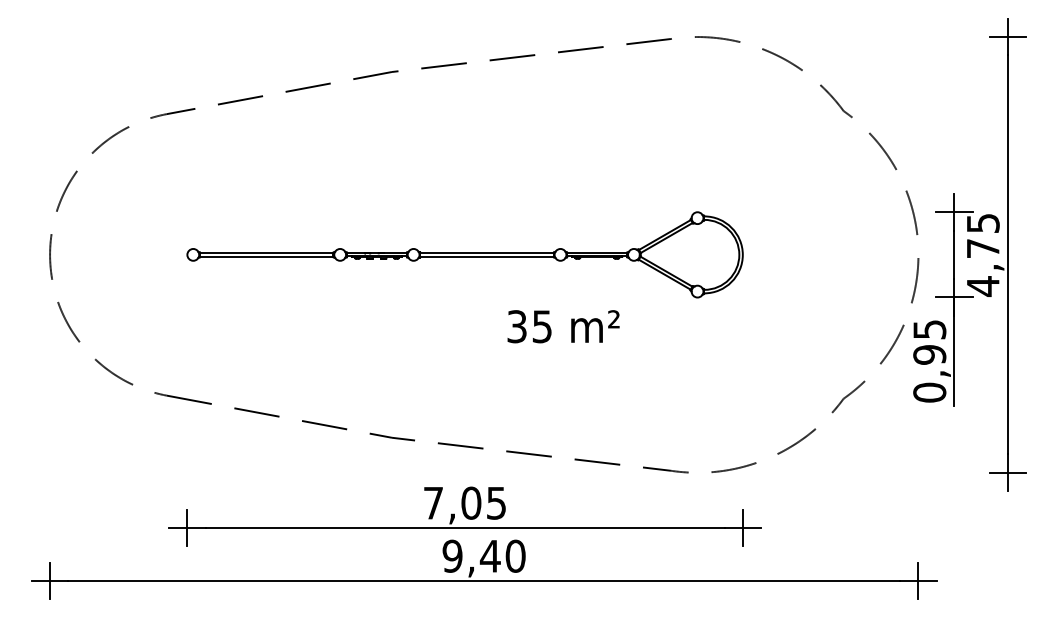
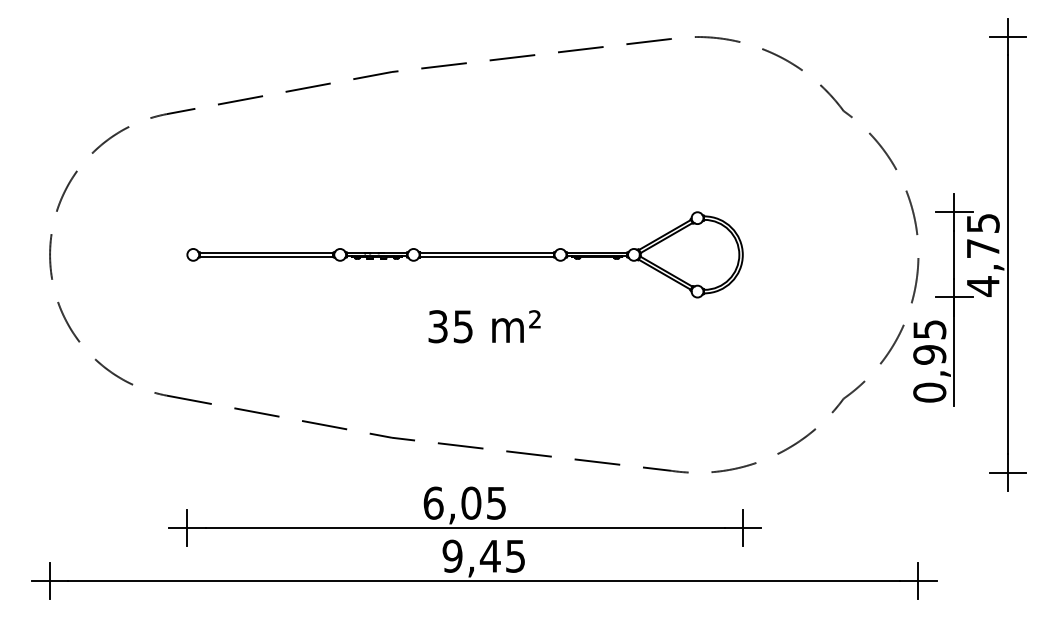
text at (563, 326) position: (563, 326) -> (484, 326)
text at (433, 502): 7,05 -> 6,05
text at (515, 555): 9,40 -> 9,45
